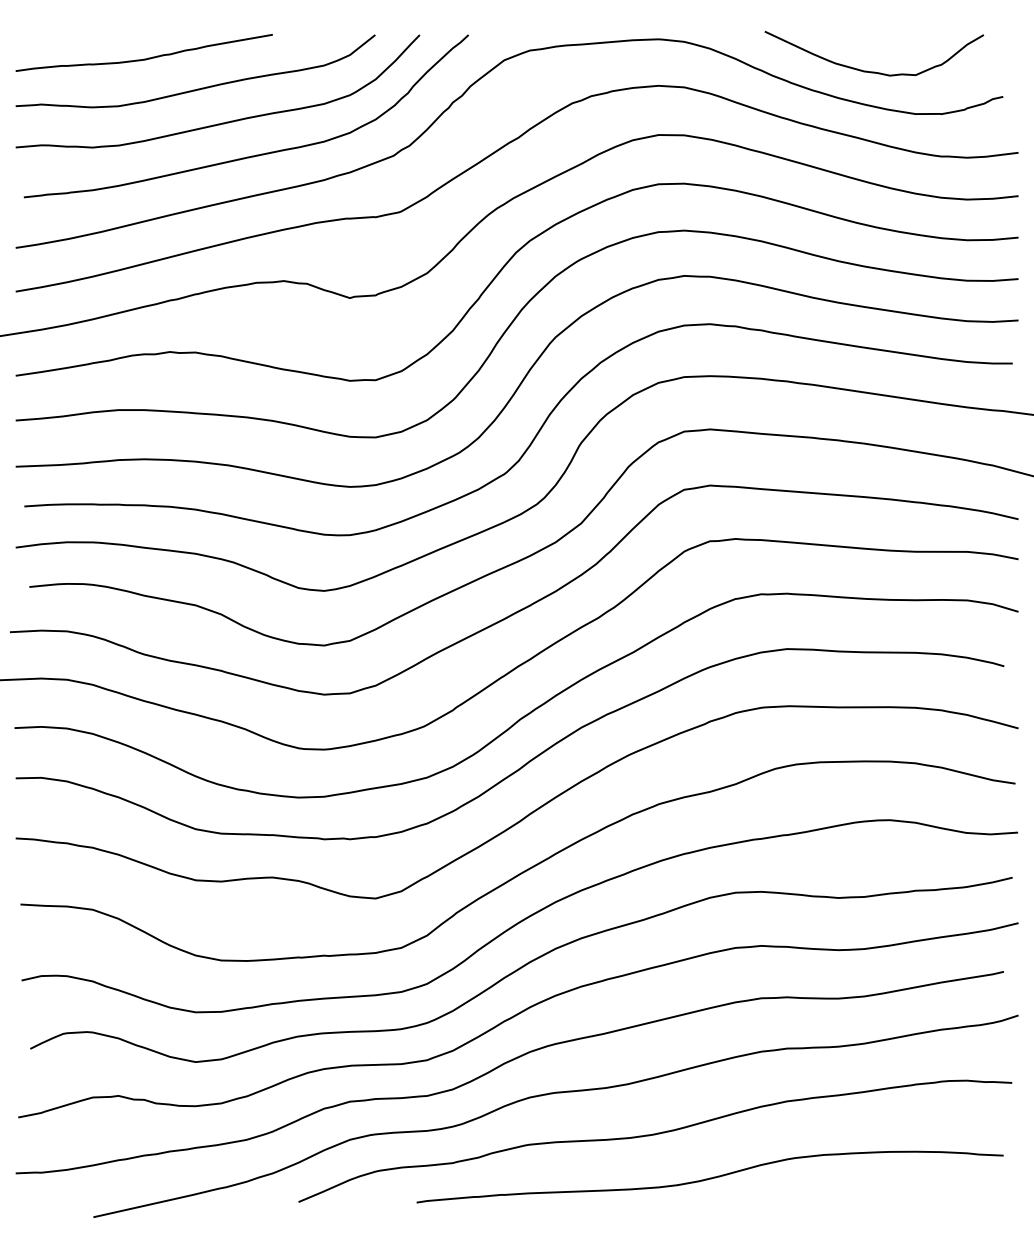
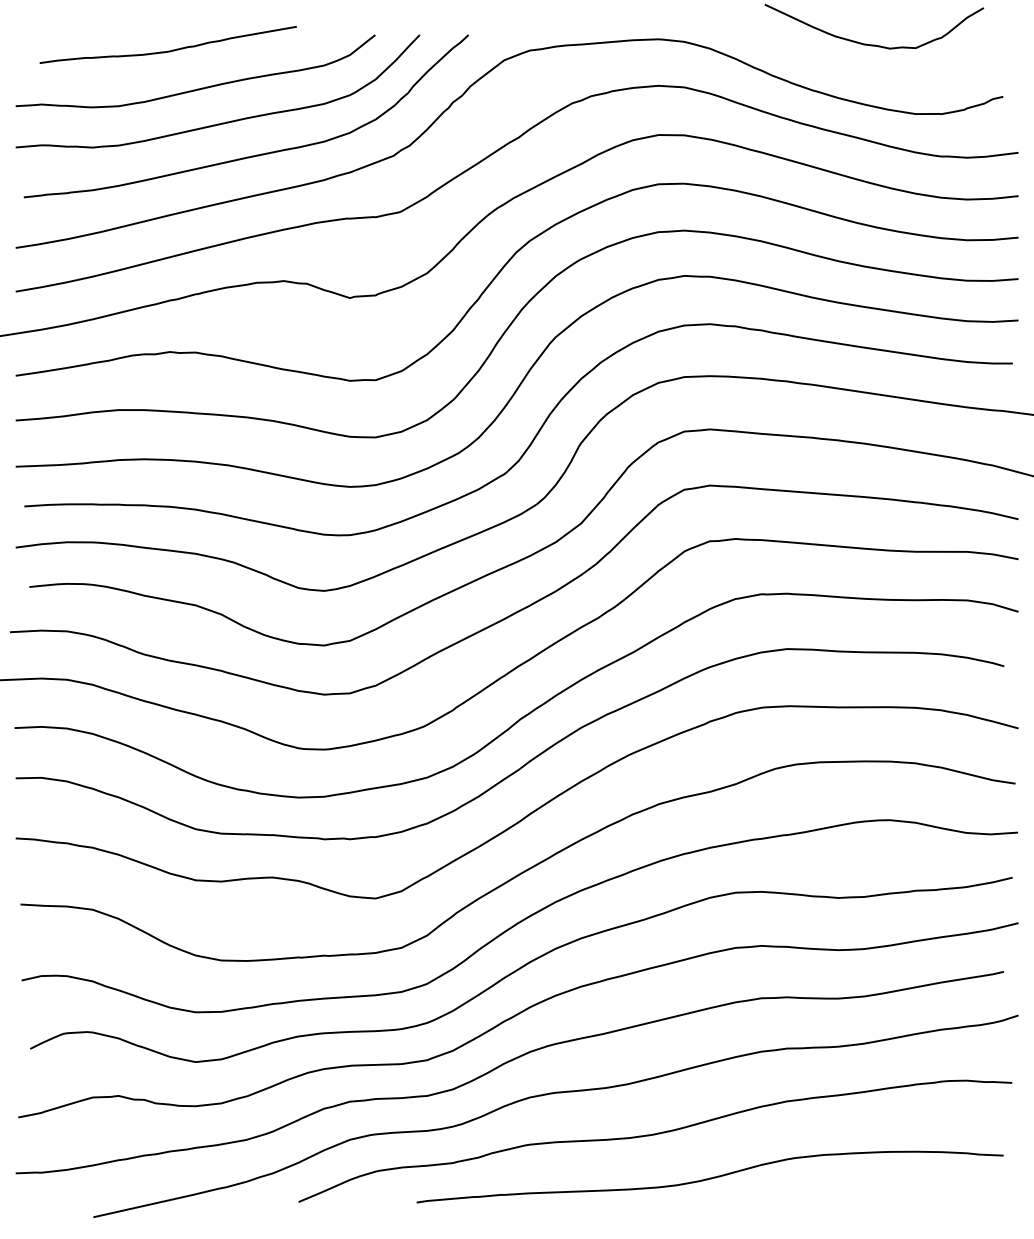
curve at (144, 58) position: (144, 58) -> (168, 50)
curve at (874, 71) position: (874, 71) -> (874, 44)
